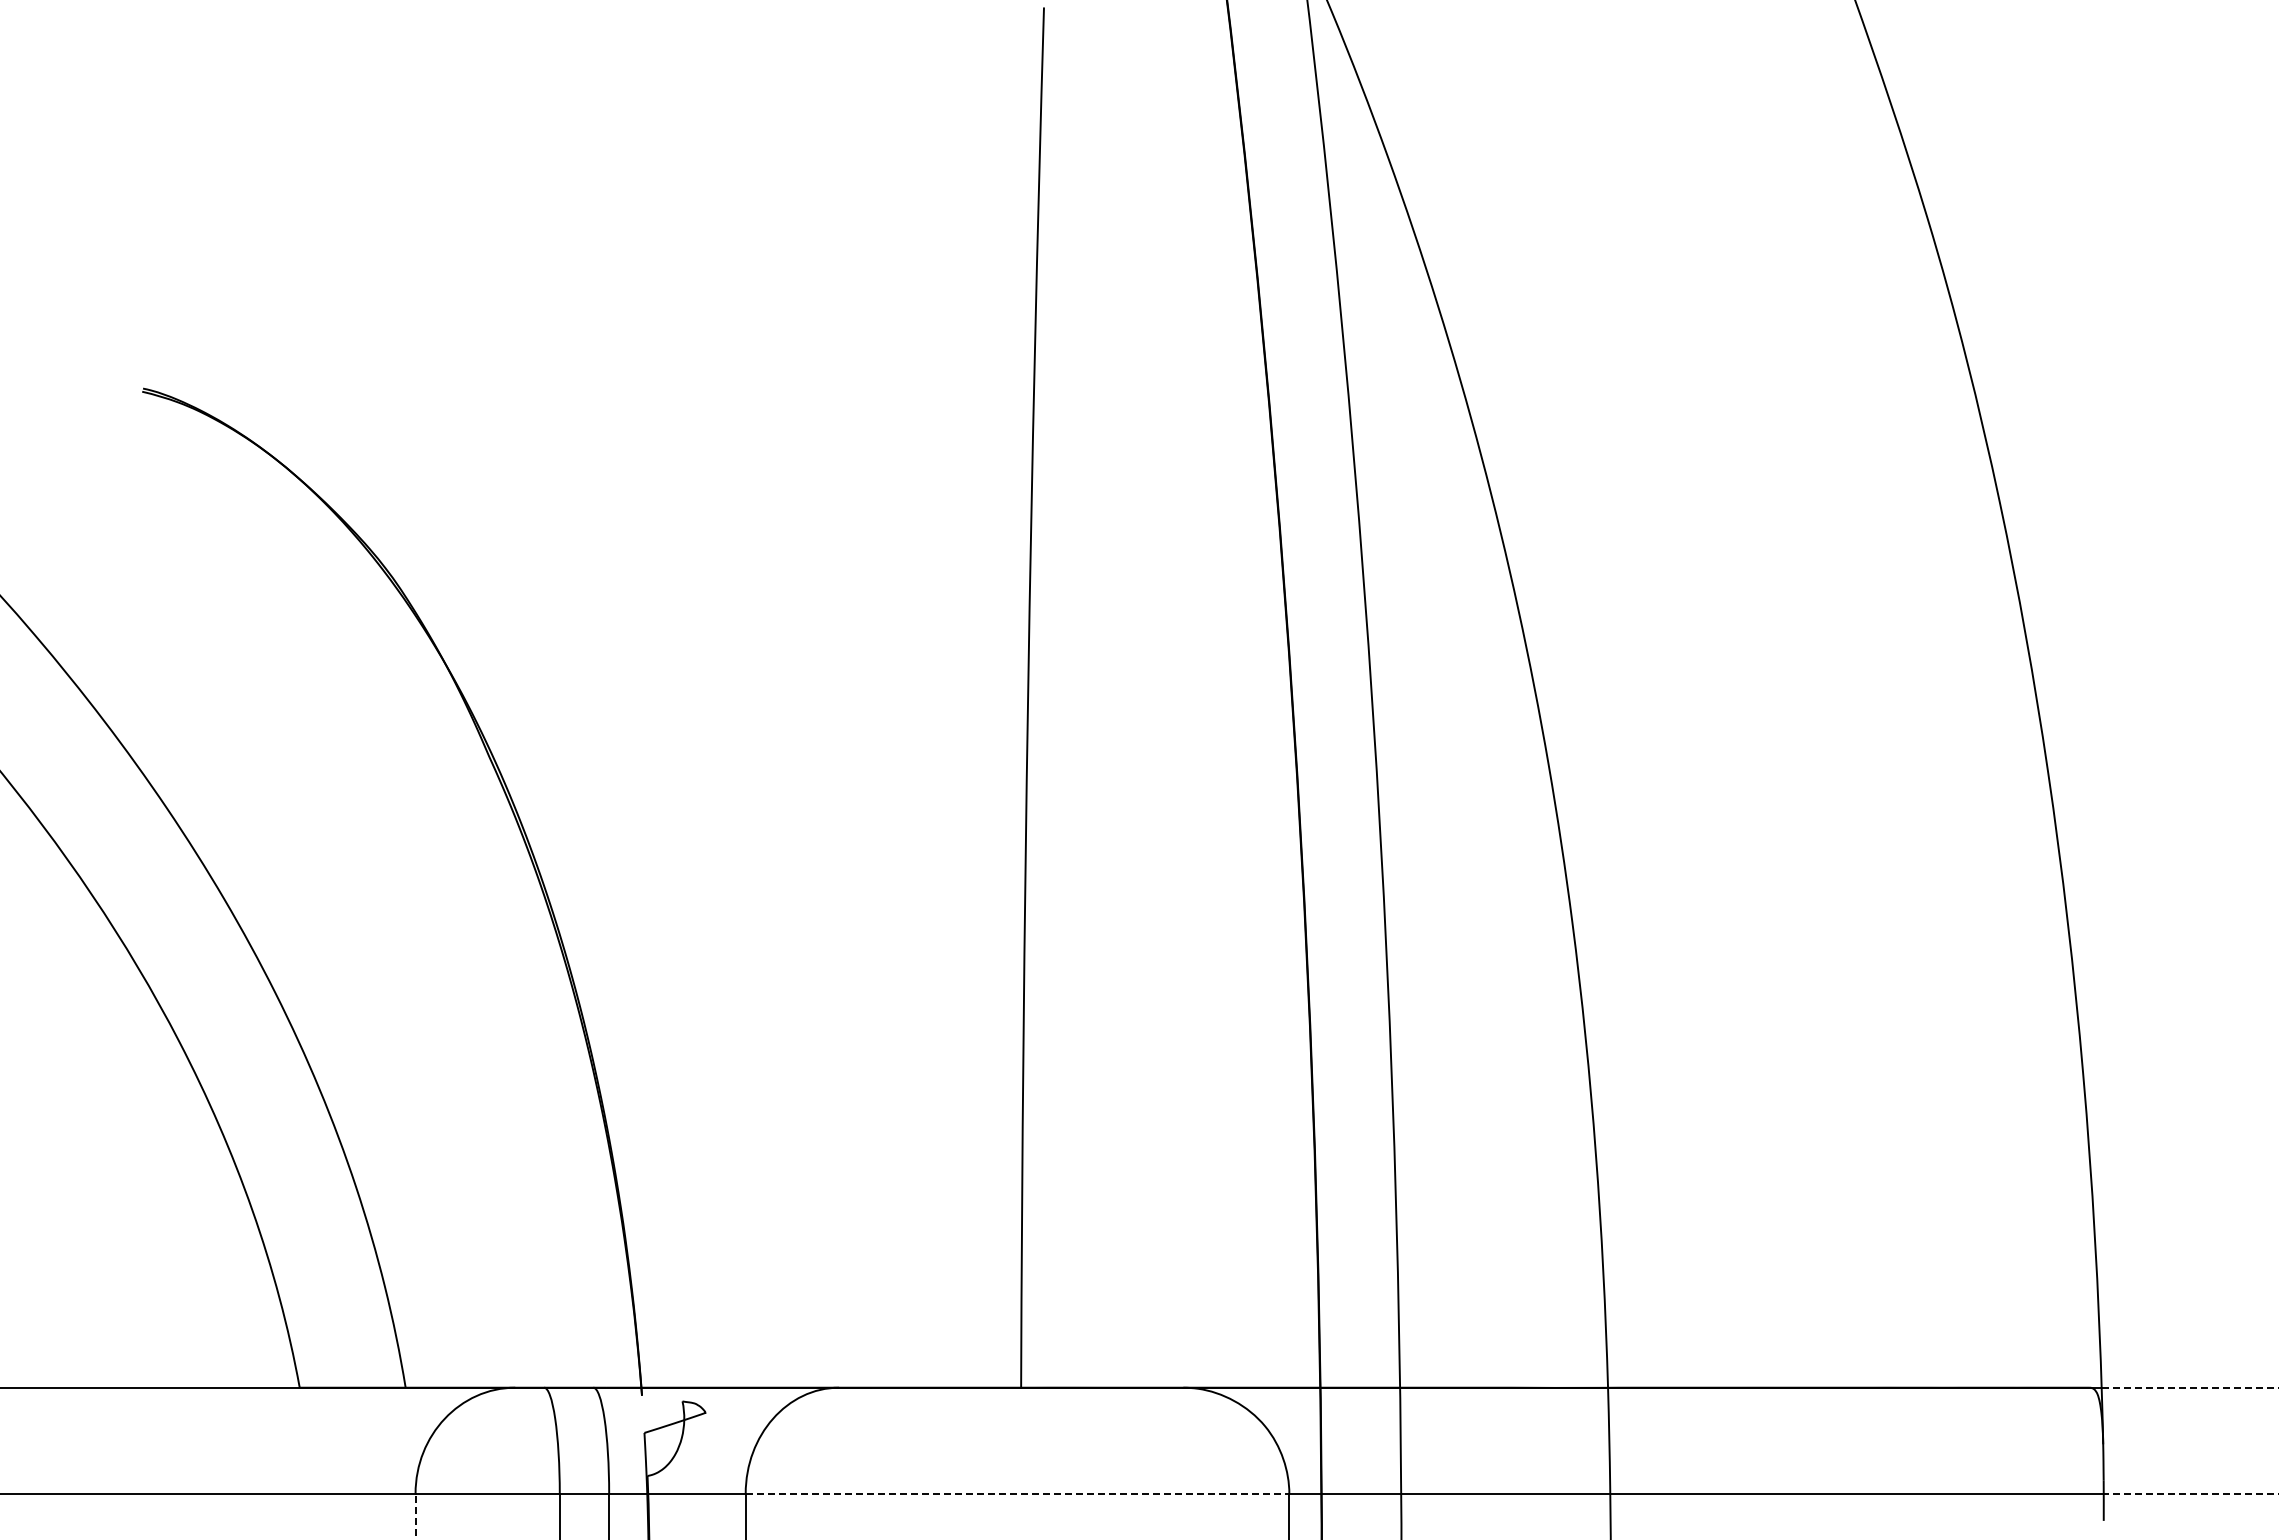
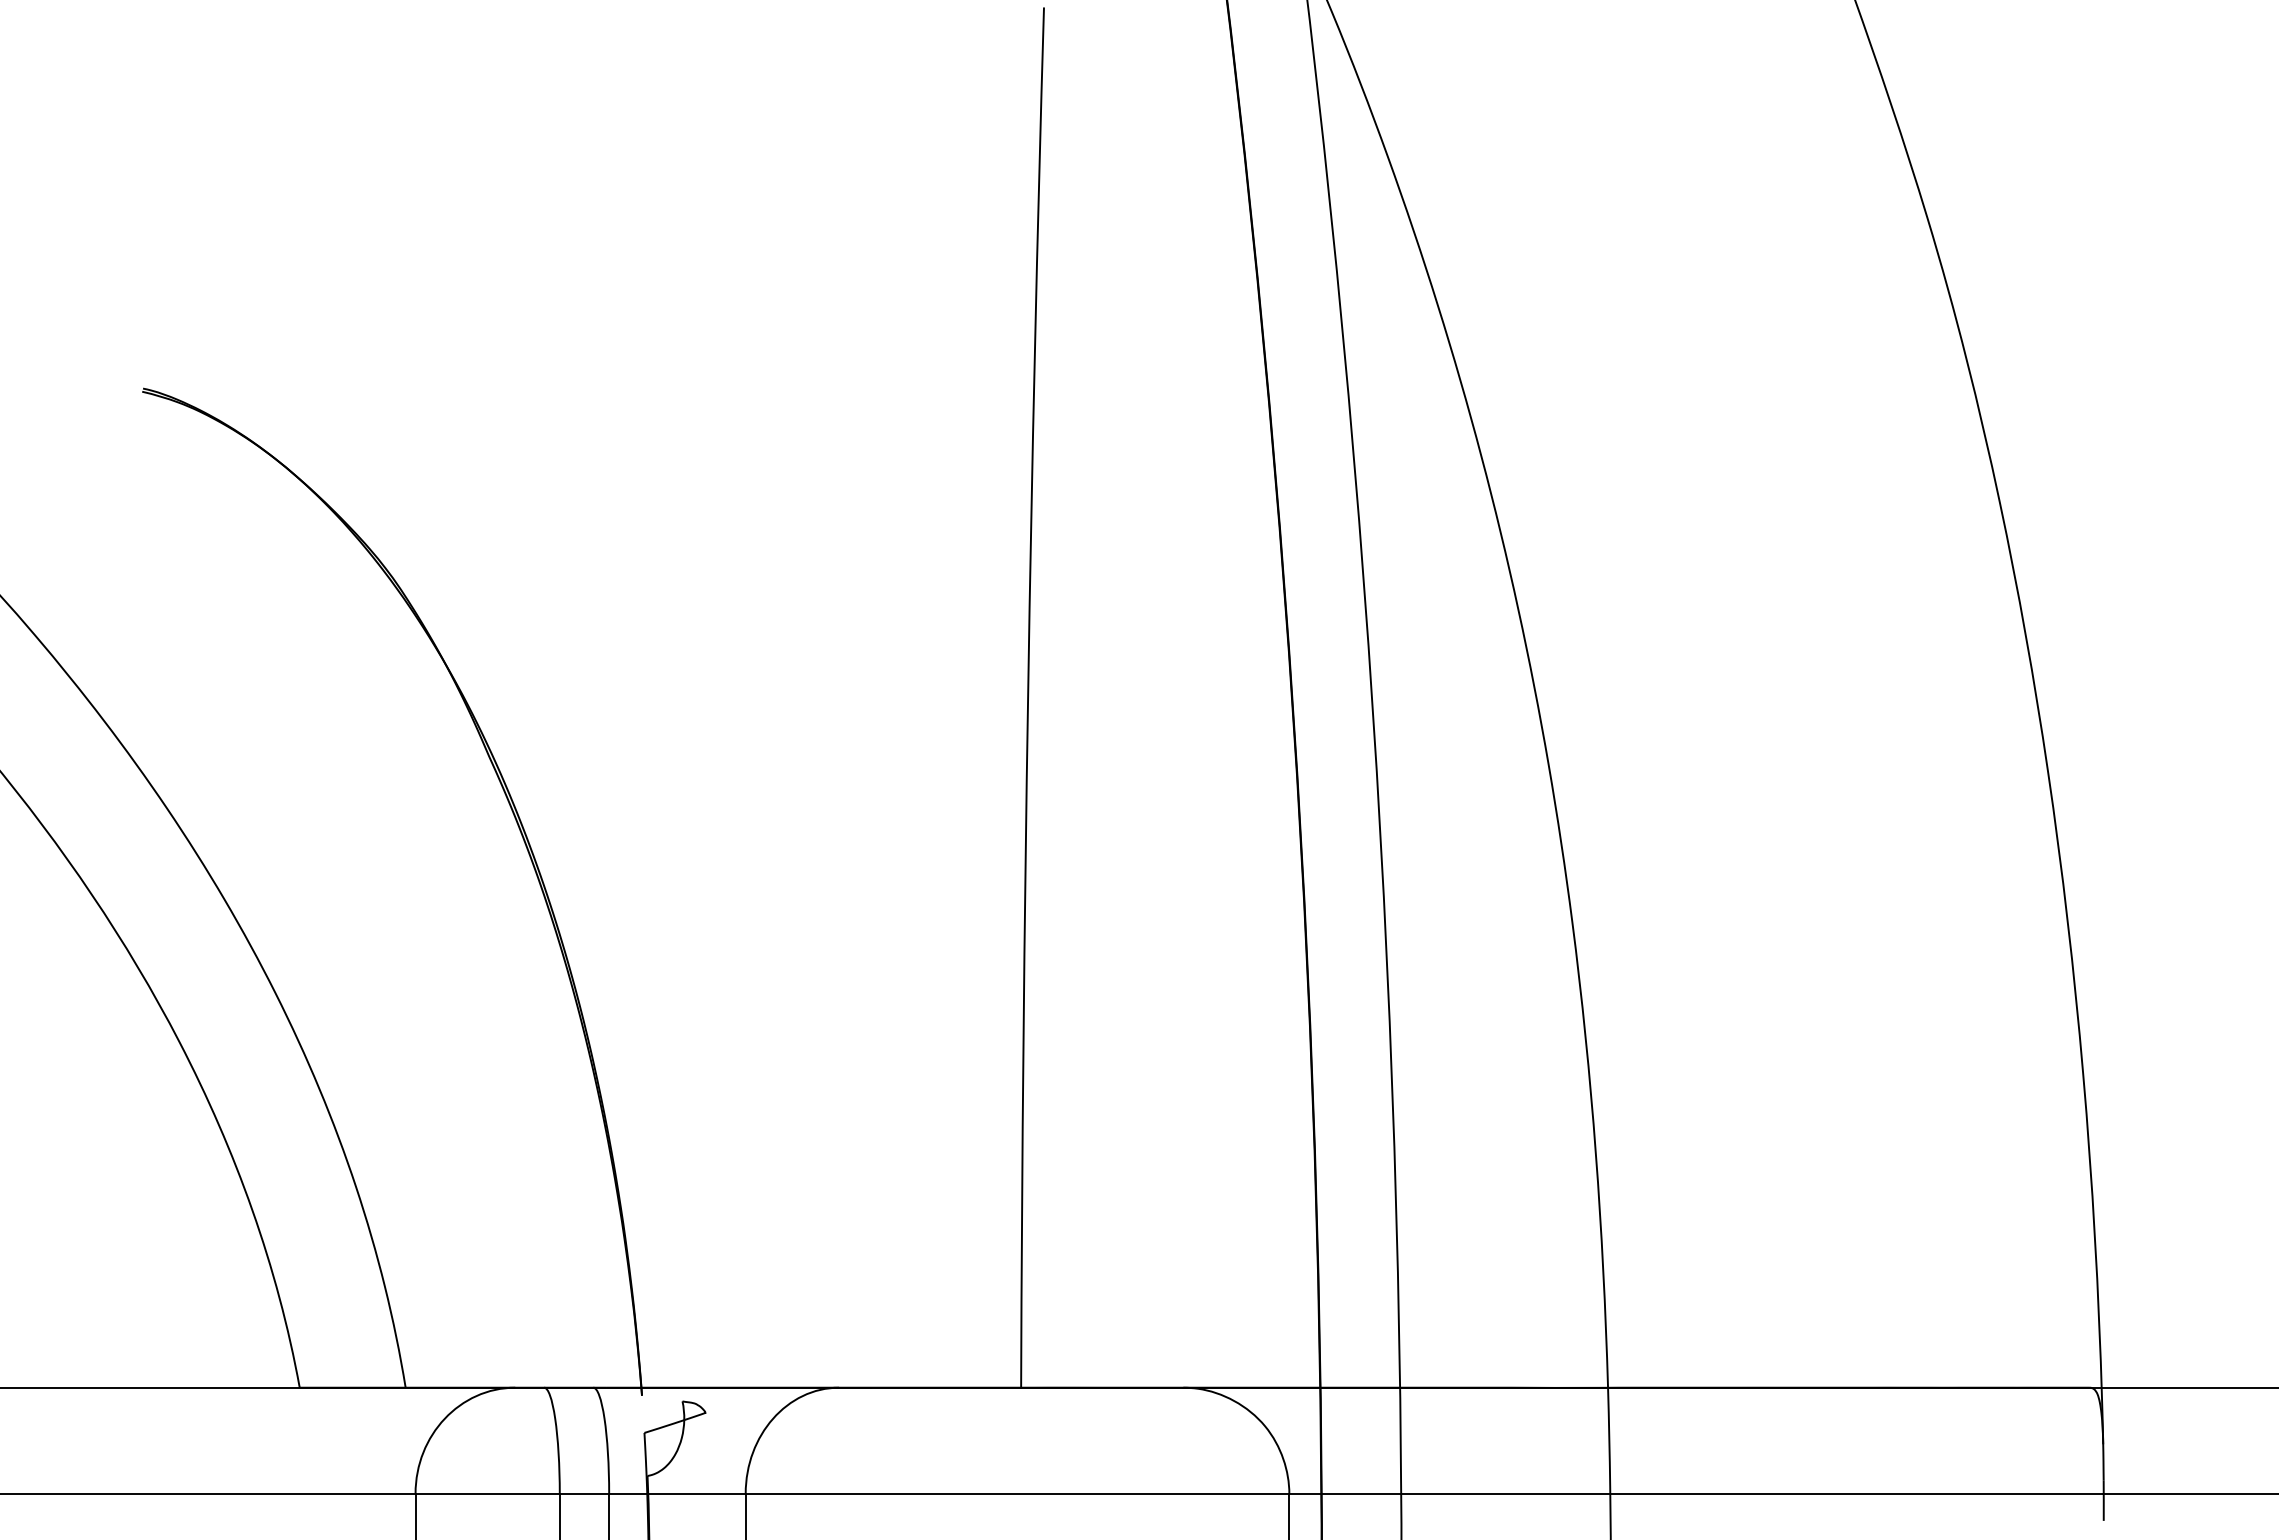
line at (2190, 1387): dashed -> solid
line at (1017, 1493): dashed -> solid
line at (2190, 1493): dashed -> solid
line at (415, 1516): dashed -> solid
